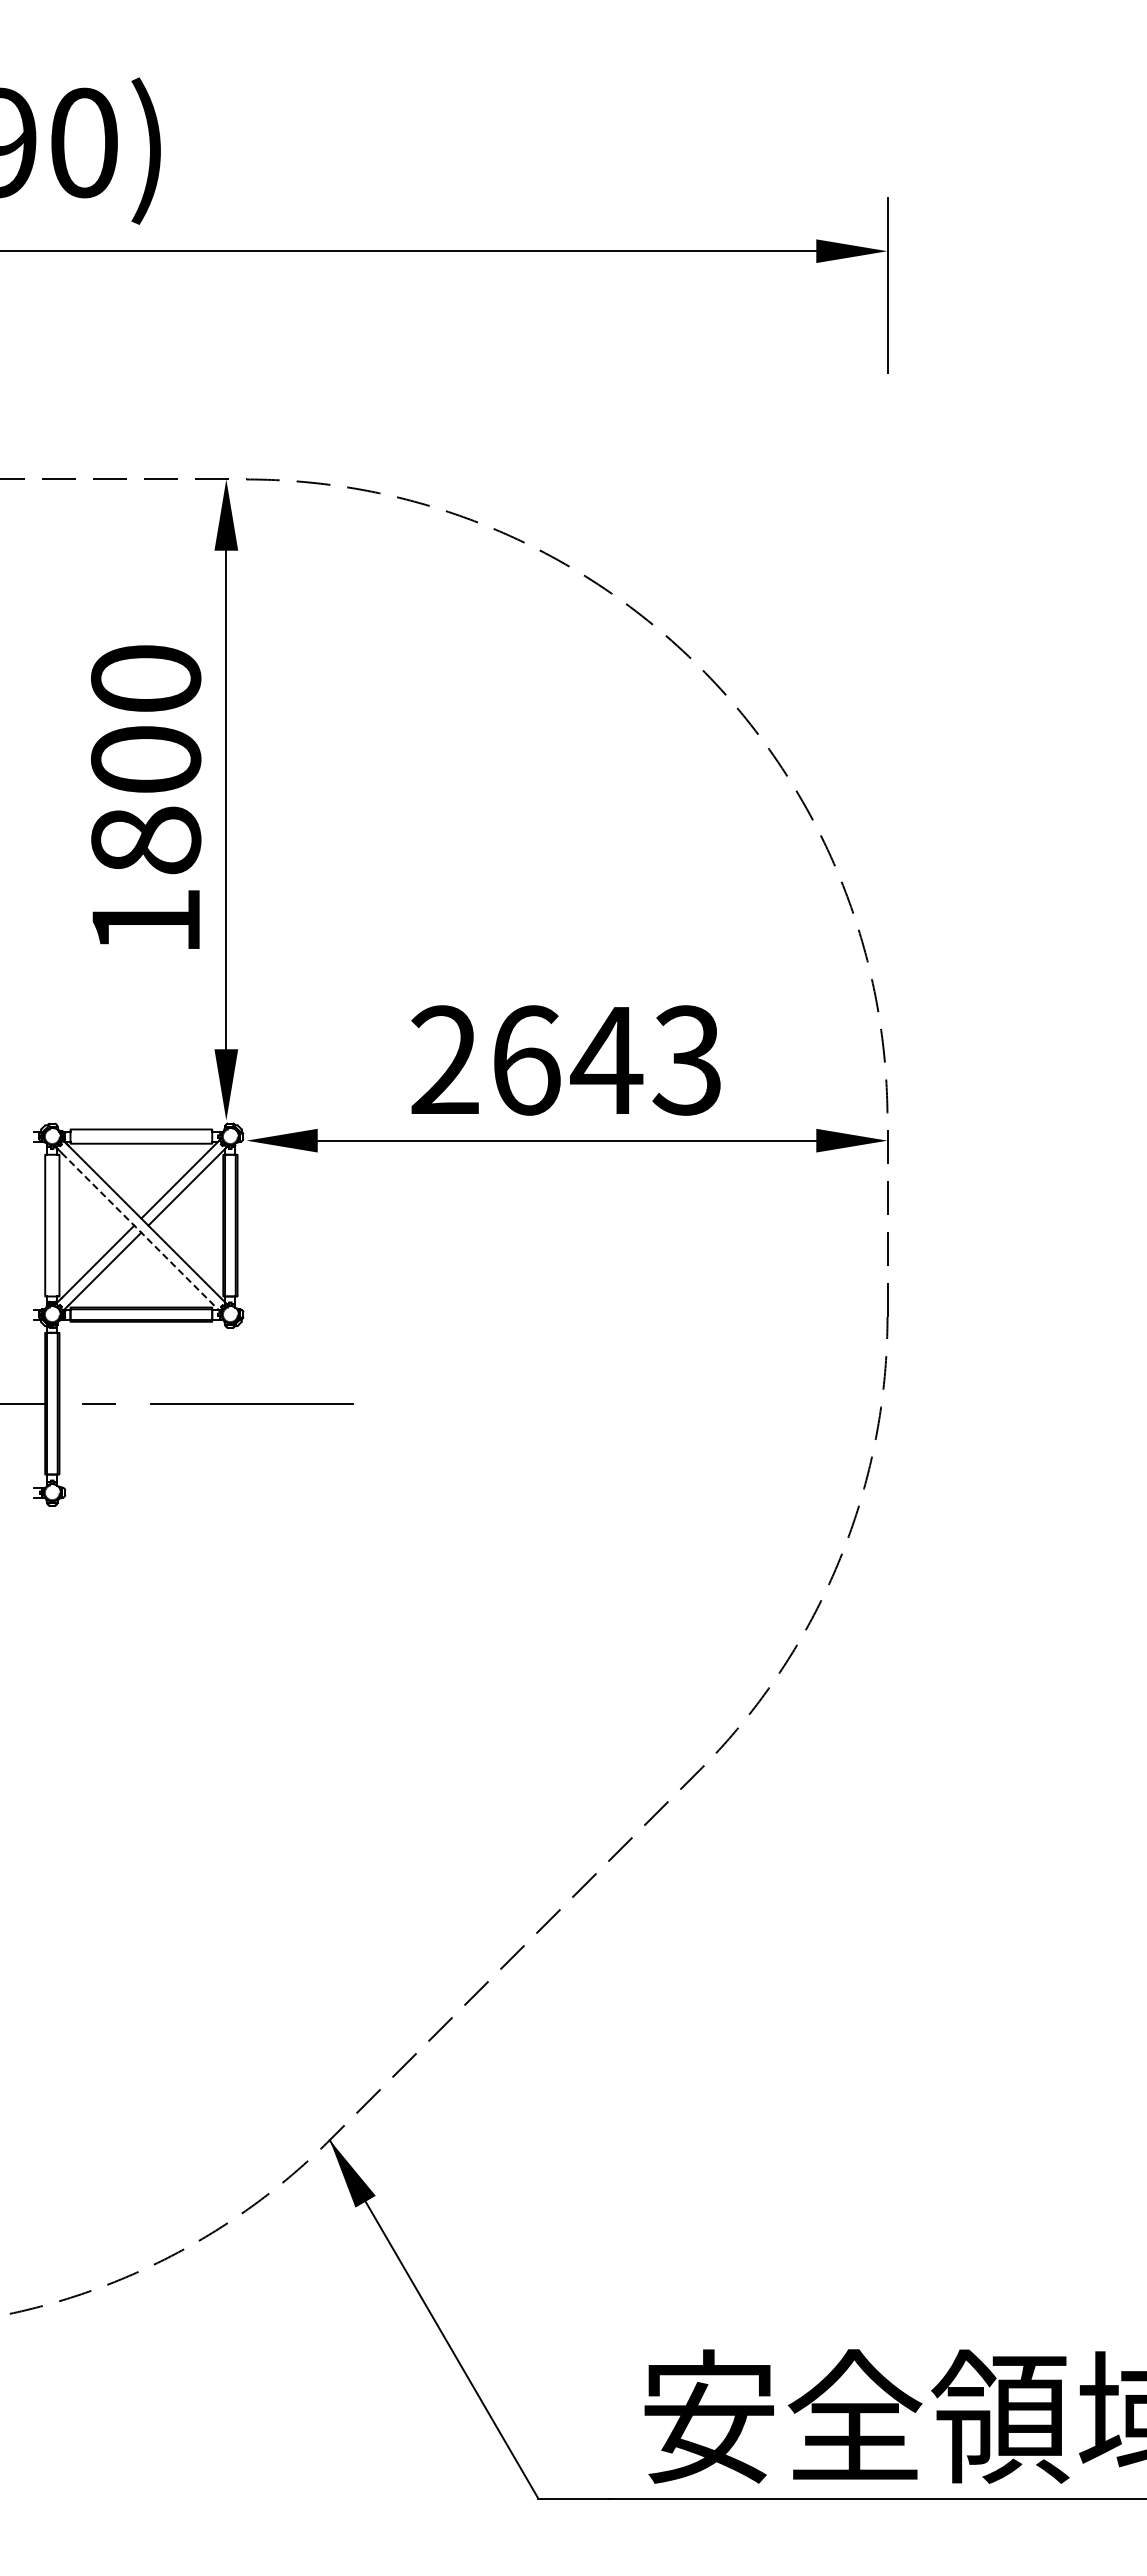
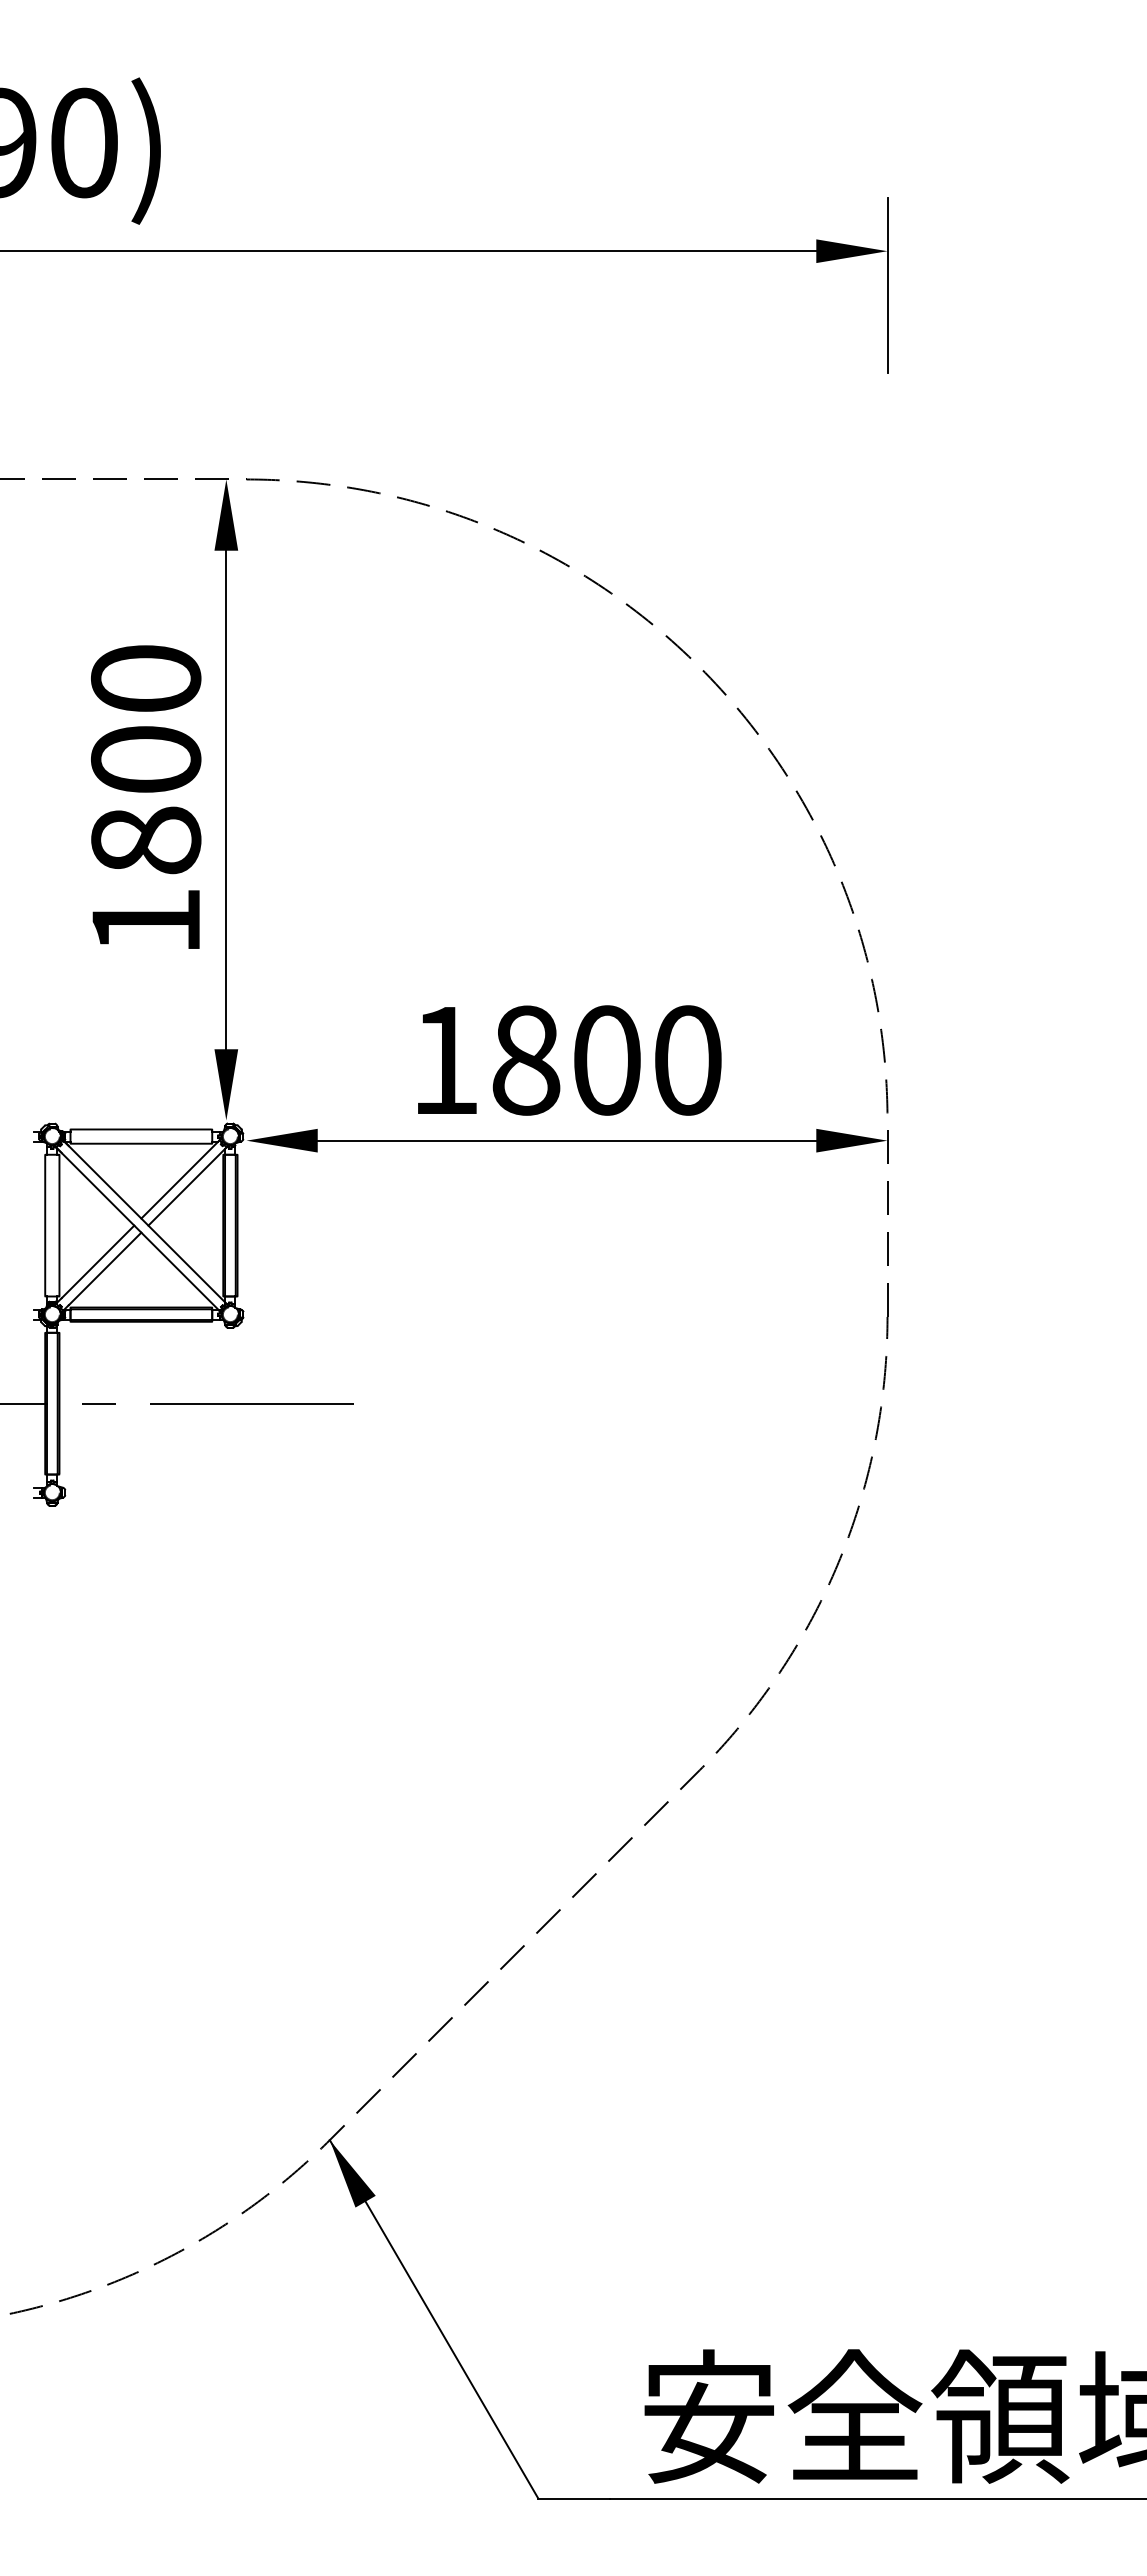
text at (566, 1060): 2643 -> 1800
line at (137, 1229): dashed -> solid
